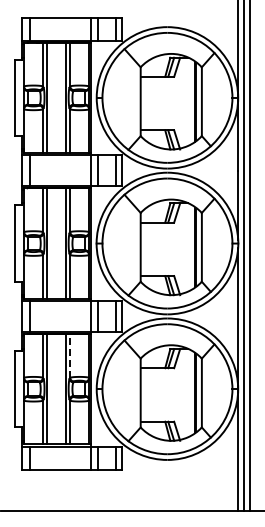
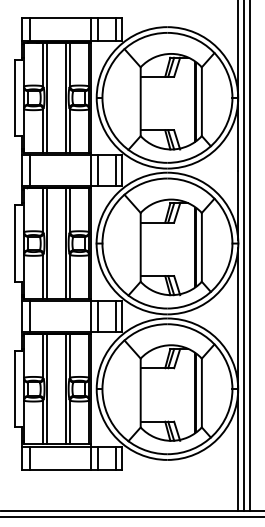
line at (70, 355): dashed -> solid
line at (131, 516): none -> present
